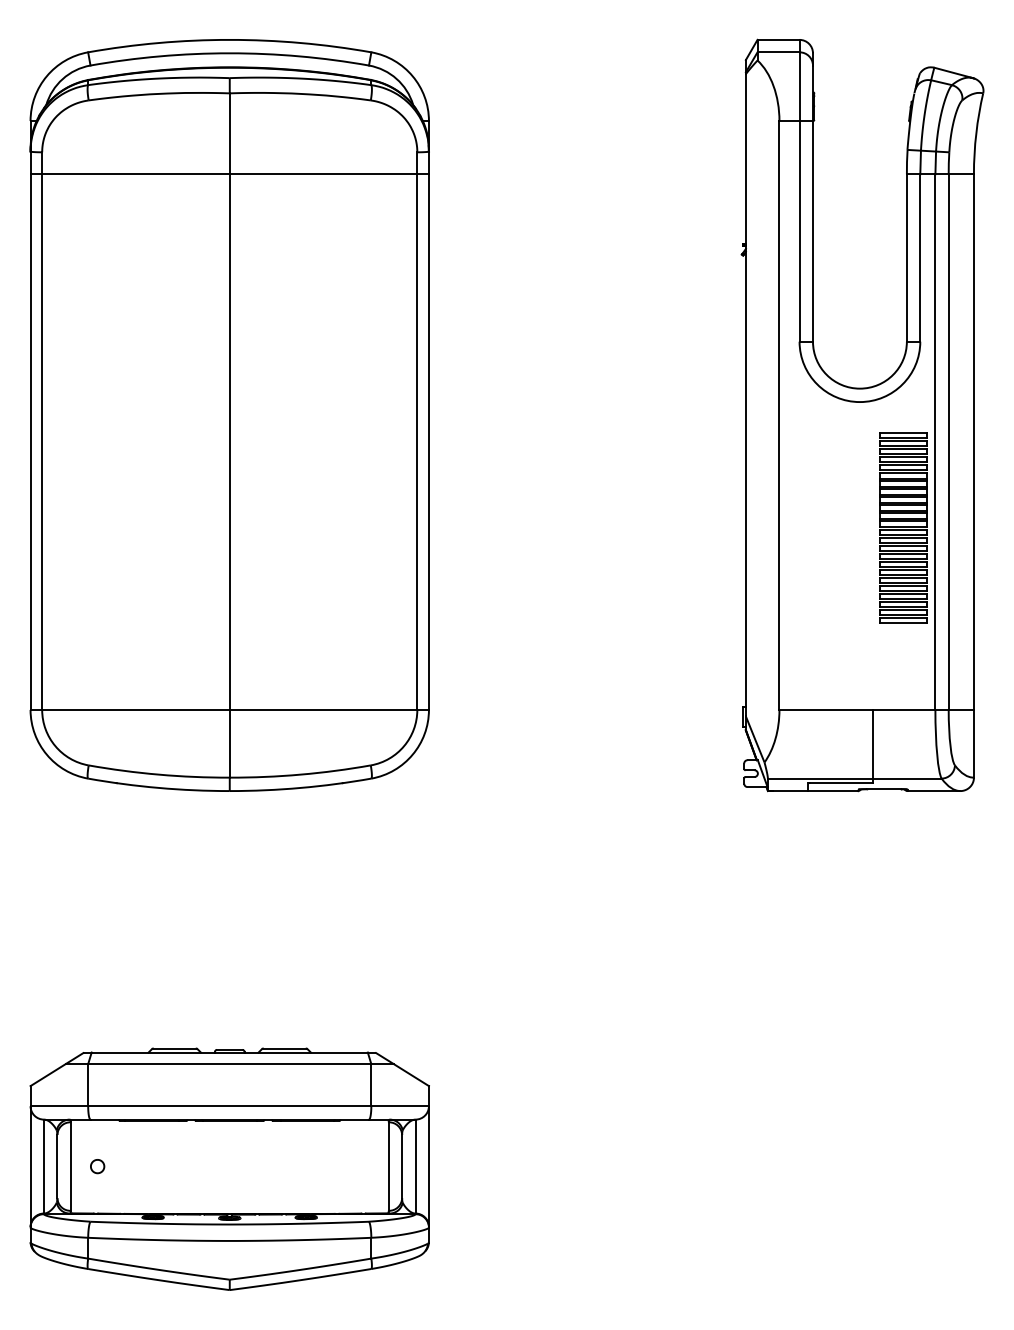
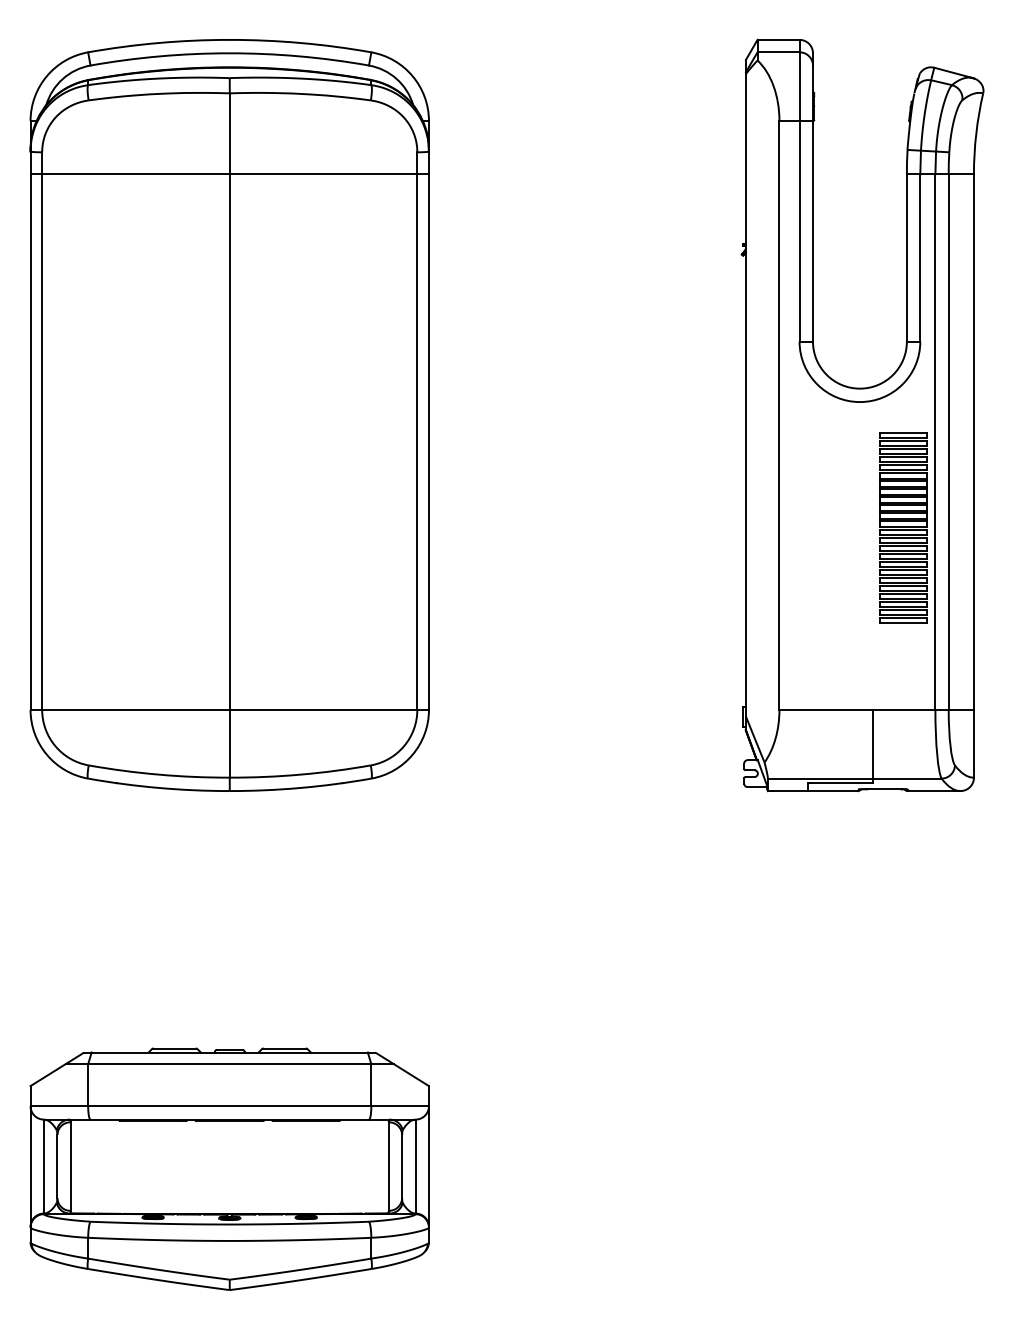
part at (97, 1166): present -> none
